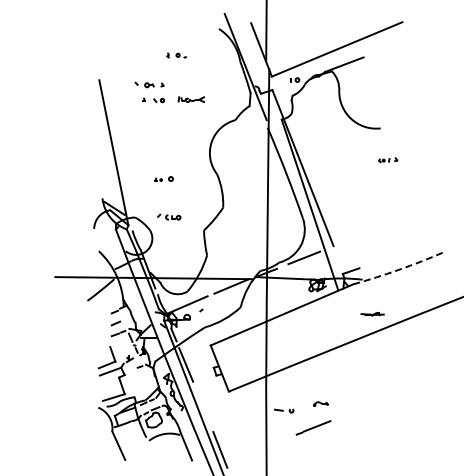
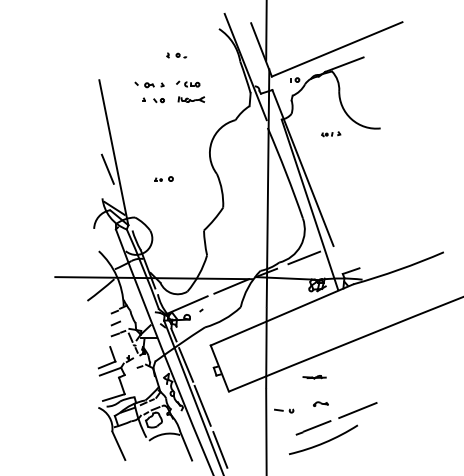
part at (388, 160) position: (388, 160) -> (331, 134)
line at (107, 168): none -> present
part at (169, 216) position: (169, 216) -> (188, 83)
arc at (399, 269): dashed -> solid
line at (372, 314) position: (372, 314) -> (314, 377)
line at (202, 405): none -> present
line at (357, 410): none -> present
arc at (324, 441): none -> present
